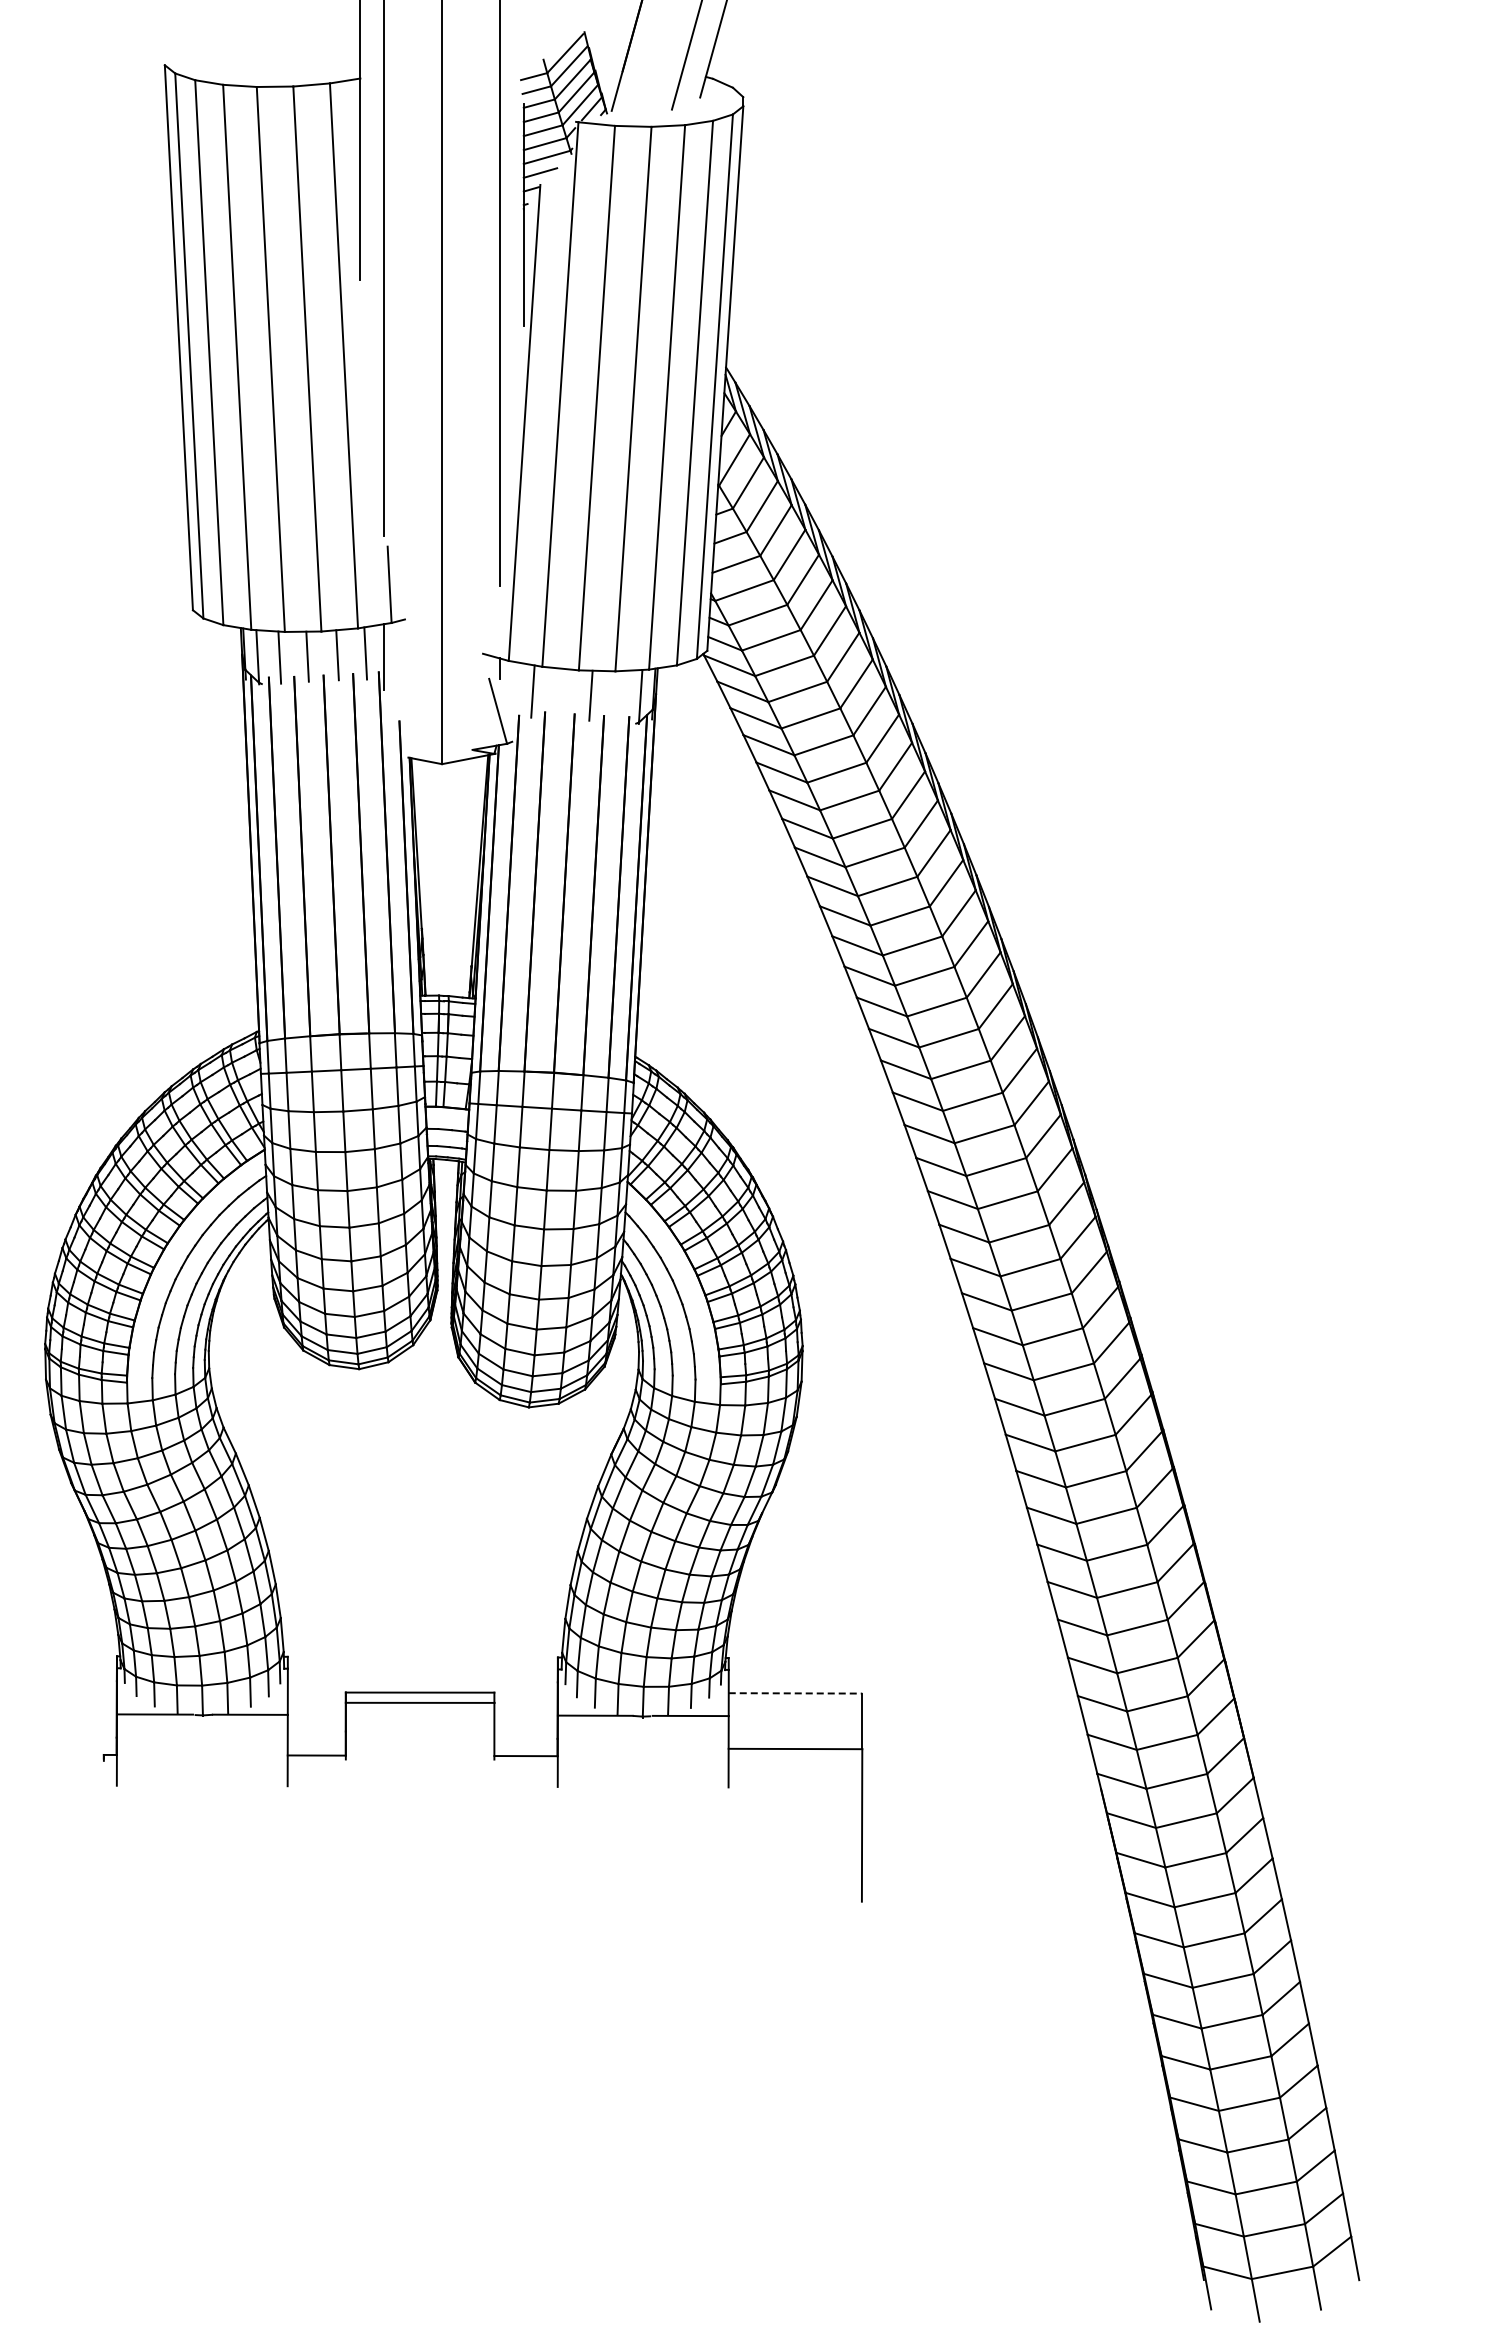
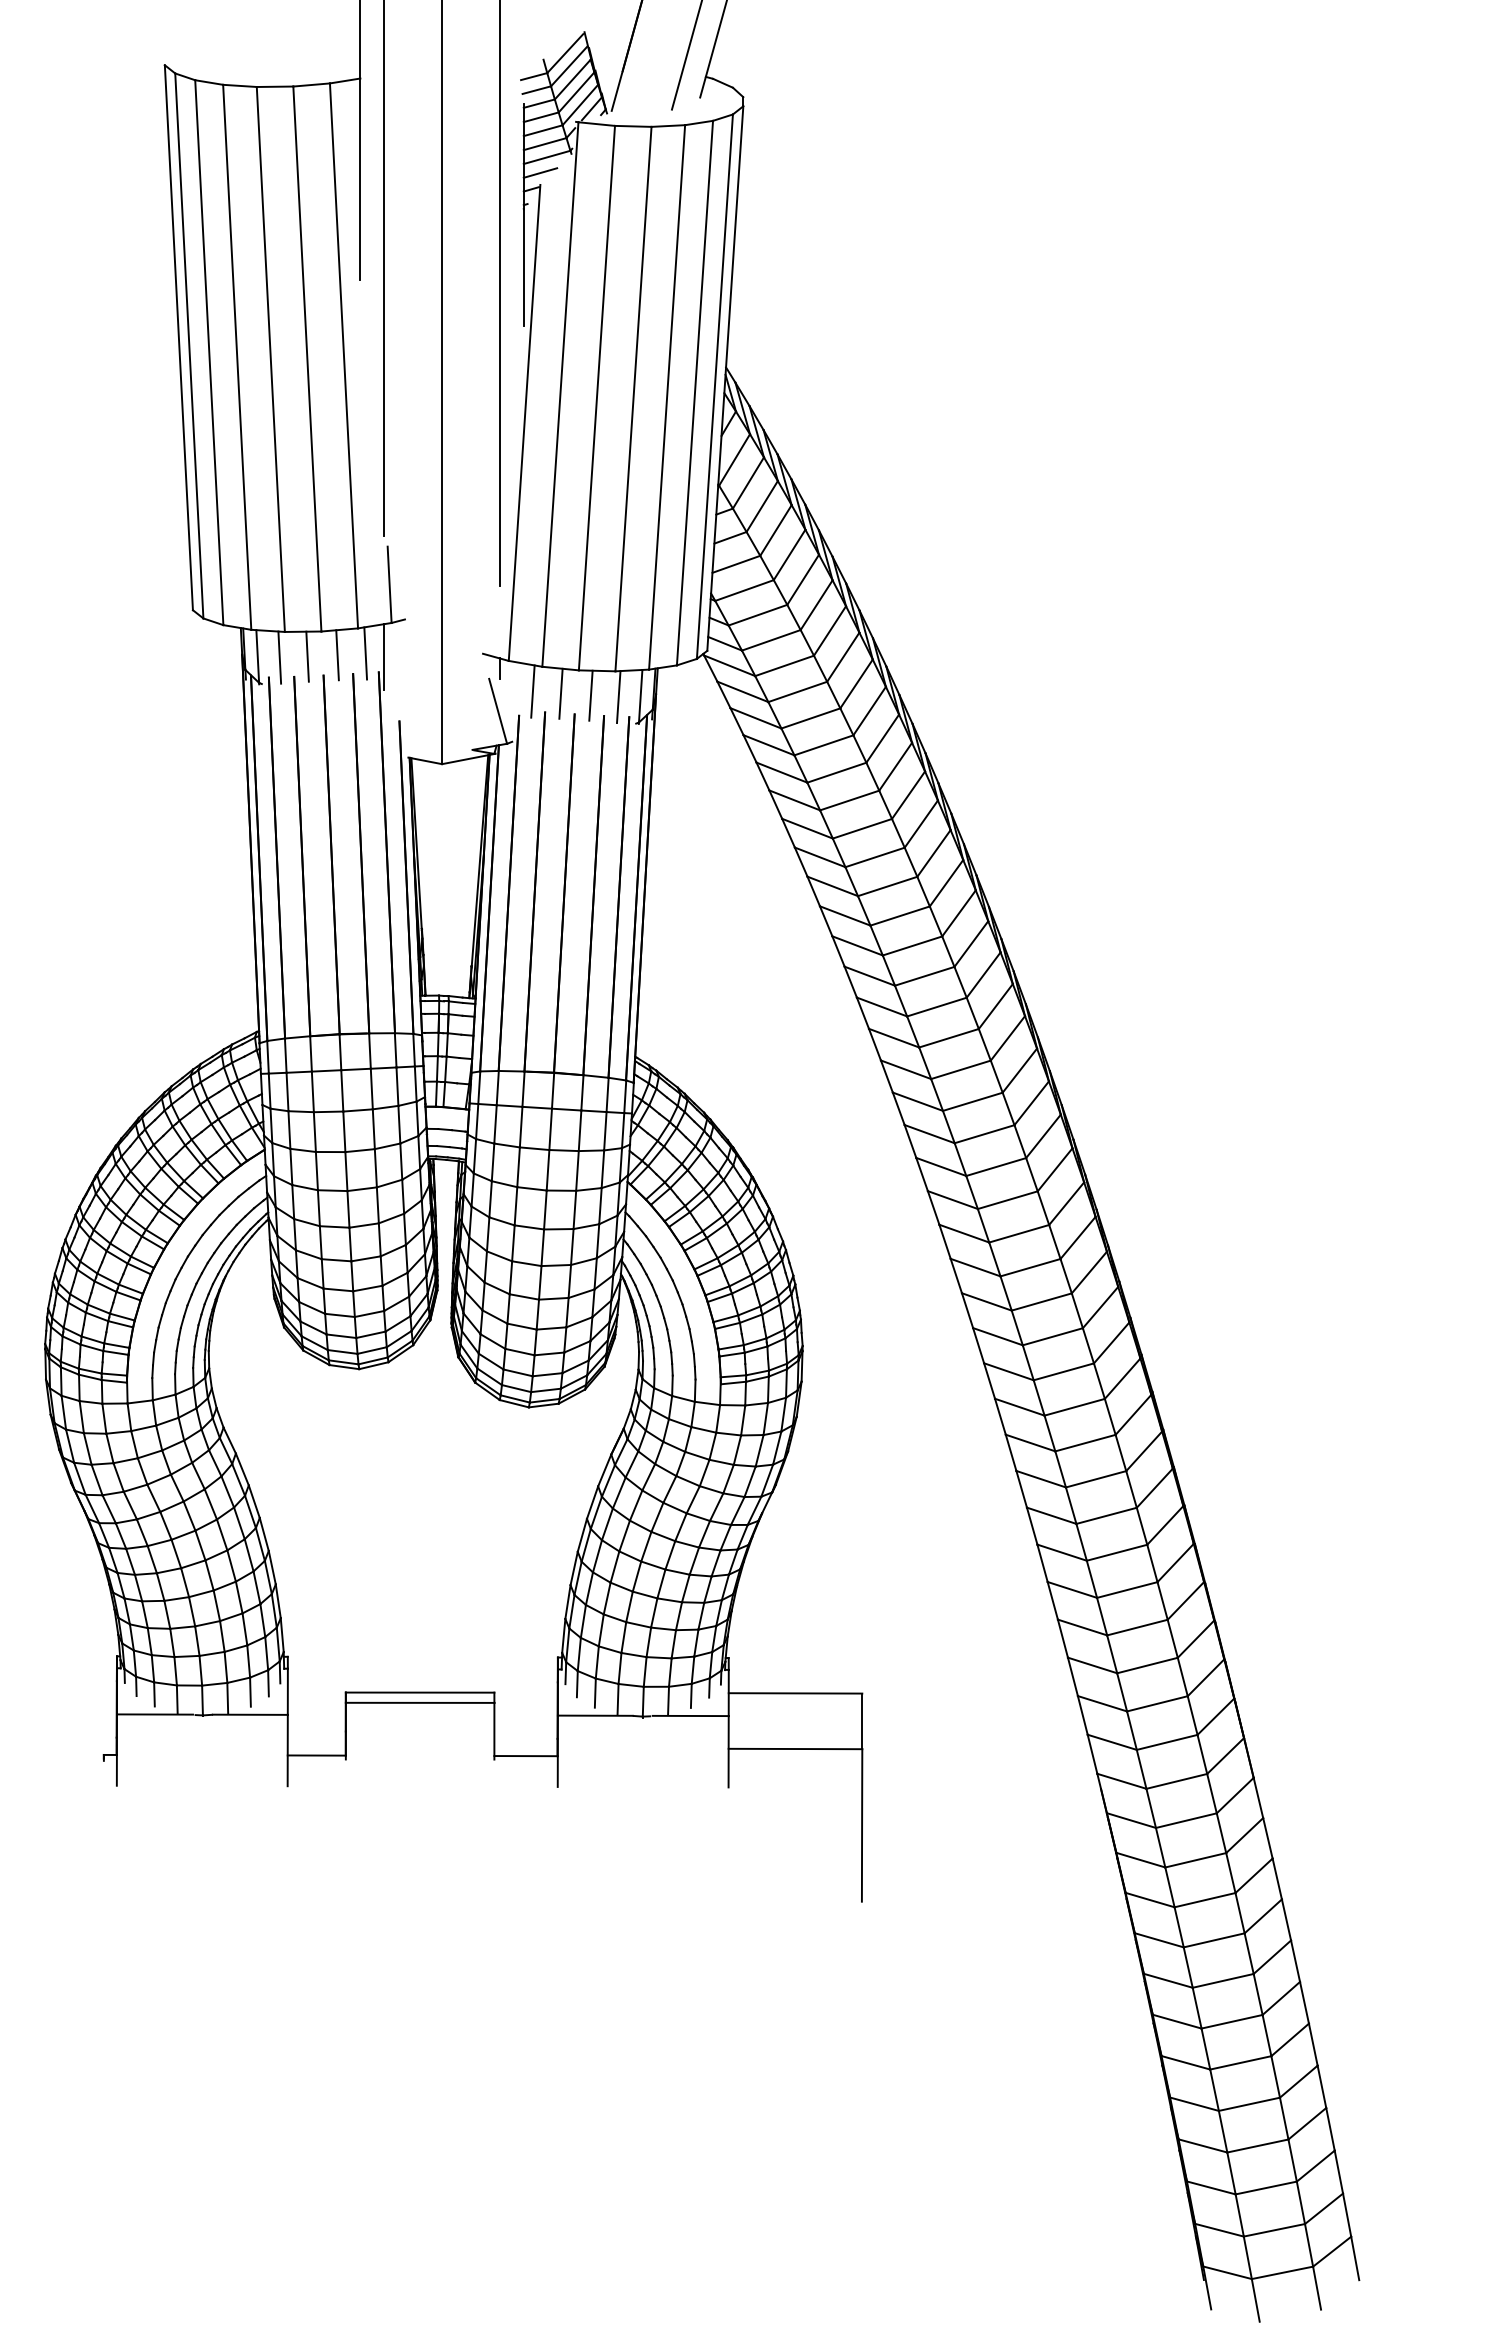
line at (560, 693): none -> present
line at (618, 697): none -> present
line at (795, 1693): dashed -> solid
